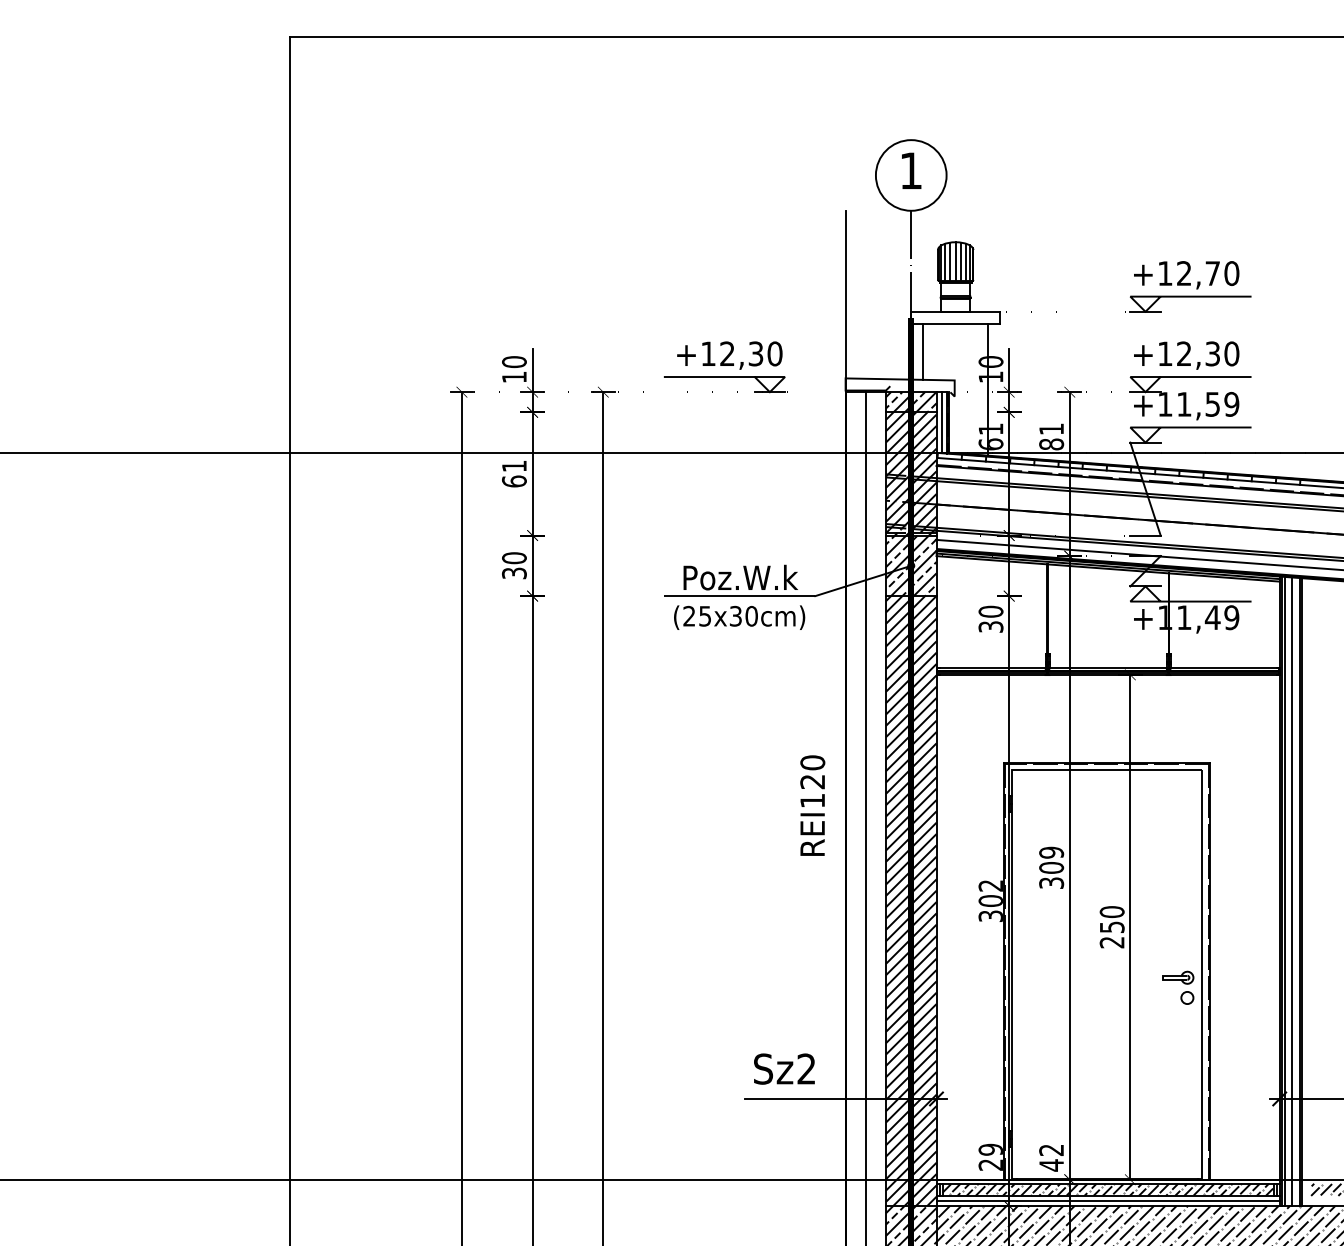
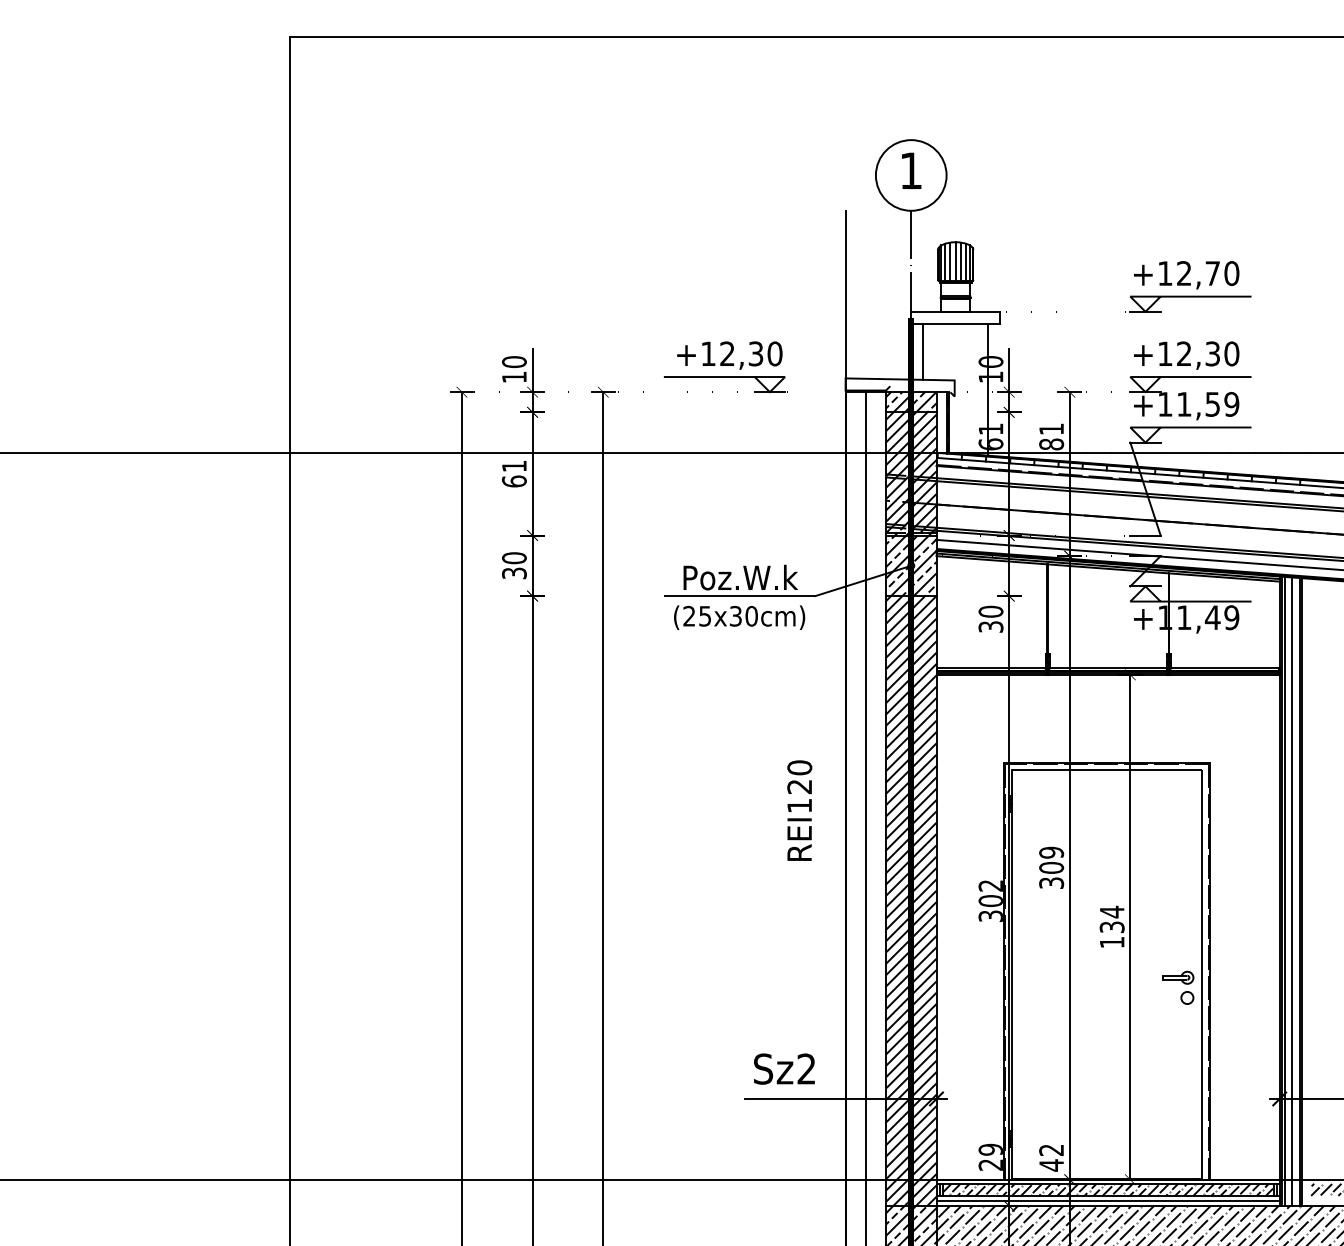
line at (941, 422): present -> none
text at (812, 805) position: (812, 805) -> (799, 810)
text at (1111, 926): 250 -> 134
